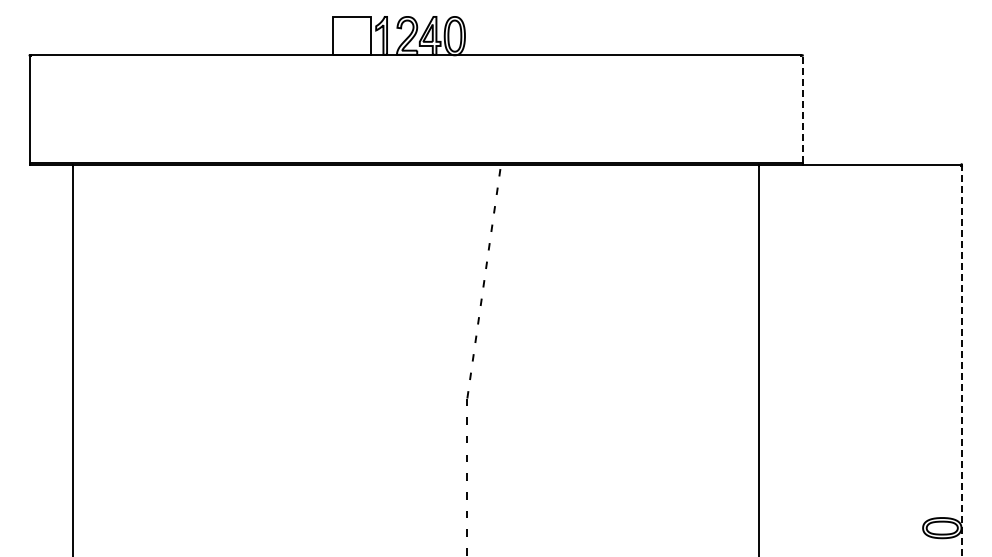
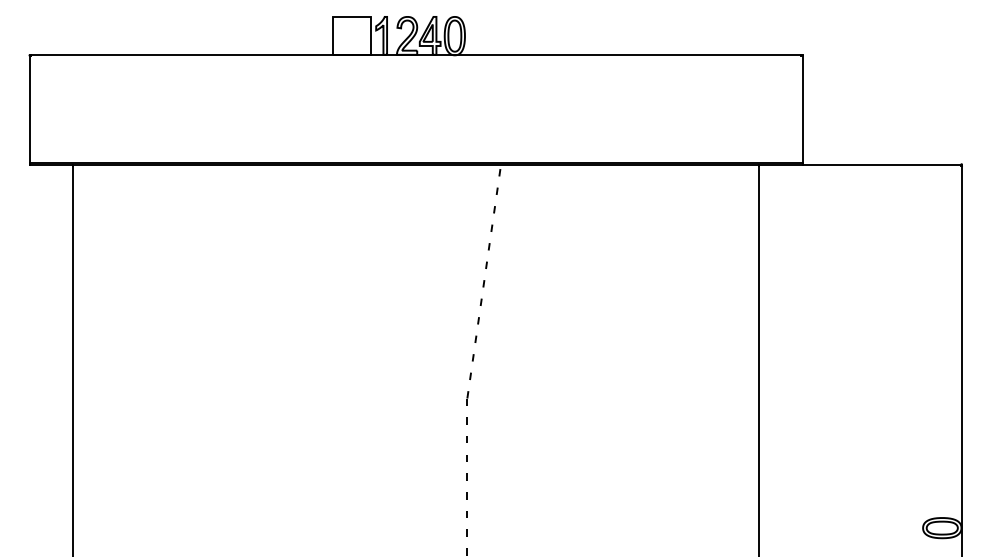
line at (802, 108): dashed -> solid
line at (961, 360): dashed -> solid
